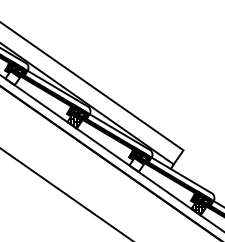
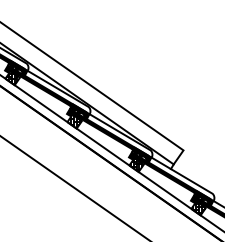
hatch at (12, 78): none -> present
hatch at (136, 164): none -> present
line at (65, 193) position: (65, 193) -> (74, 187)
